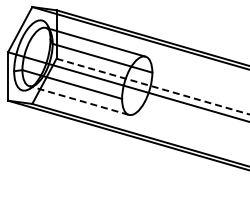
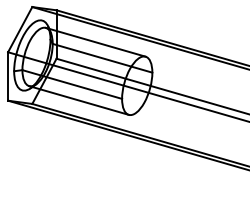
line at (153, 86): dashed -> solid
line at (79, 100): dashed -> solid
